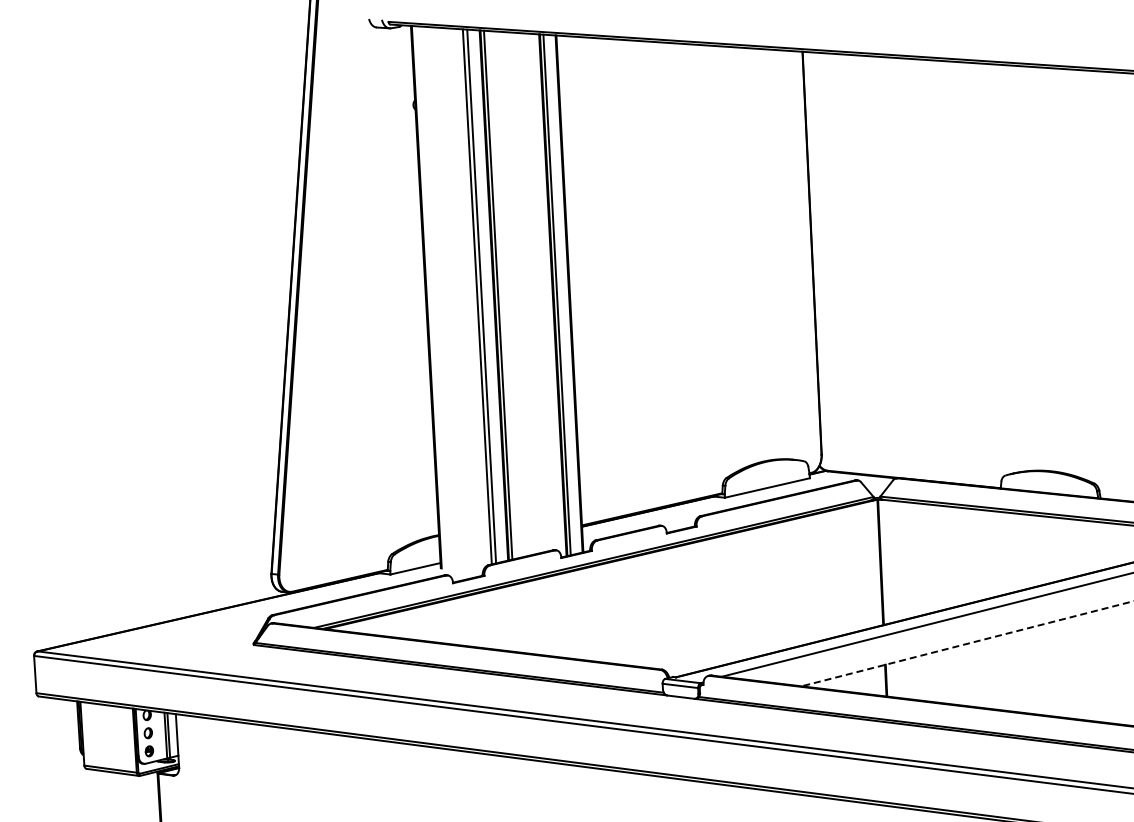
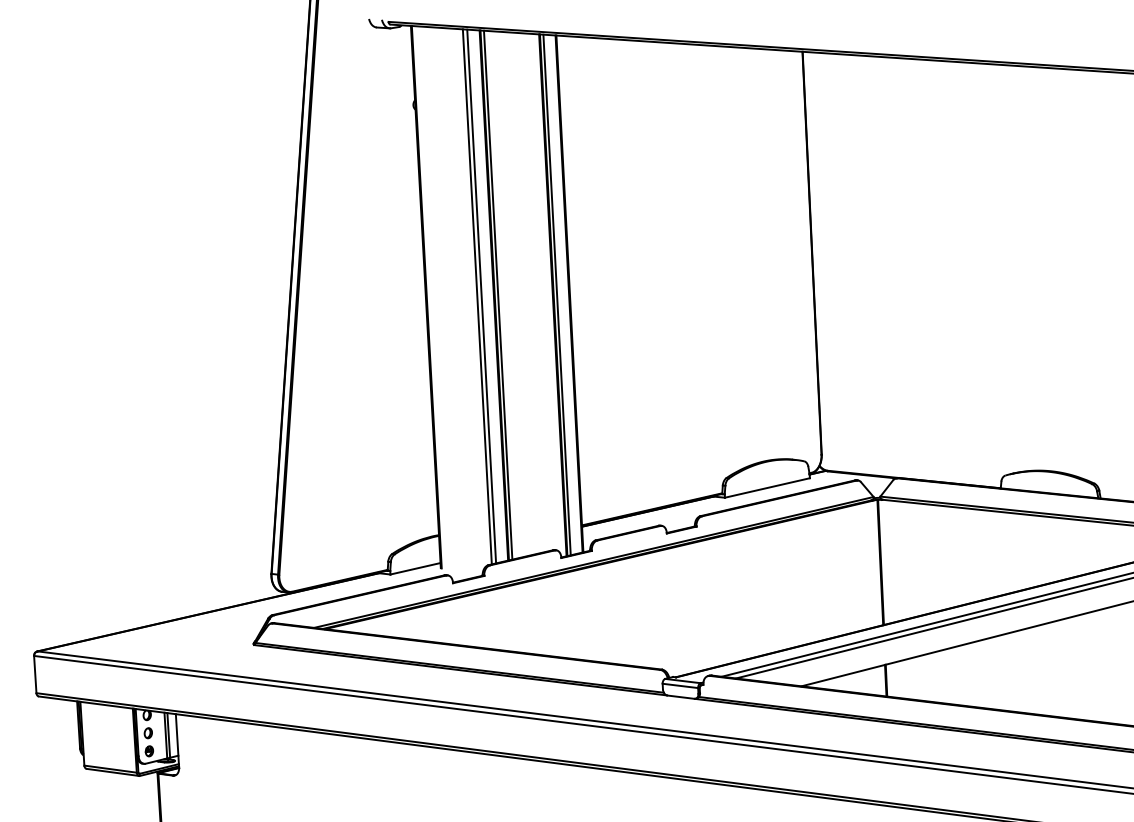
line at (933, 628): none -> present
line at (967, 643): dashed -> solid
